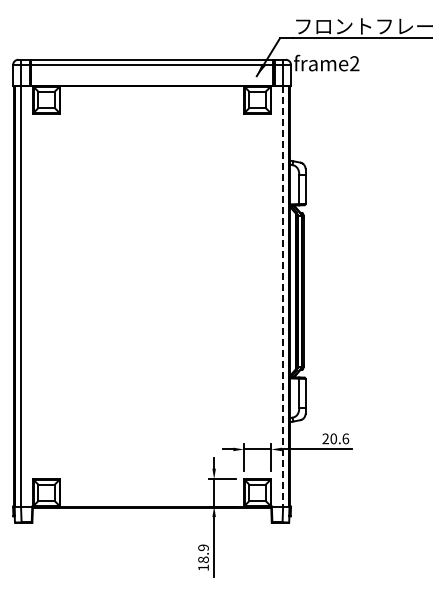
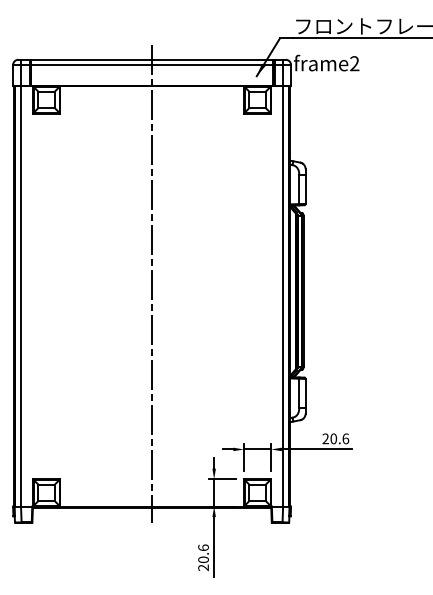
line at (152, 283): none -> present
line at (282, 296): dashed -> solid
text at (203, 557): 18.9 -> 20.6
